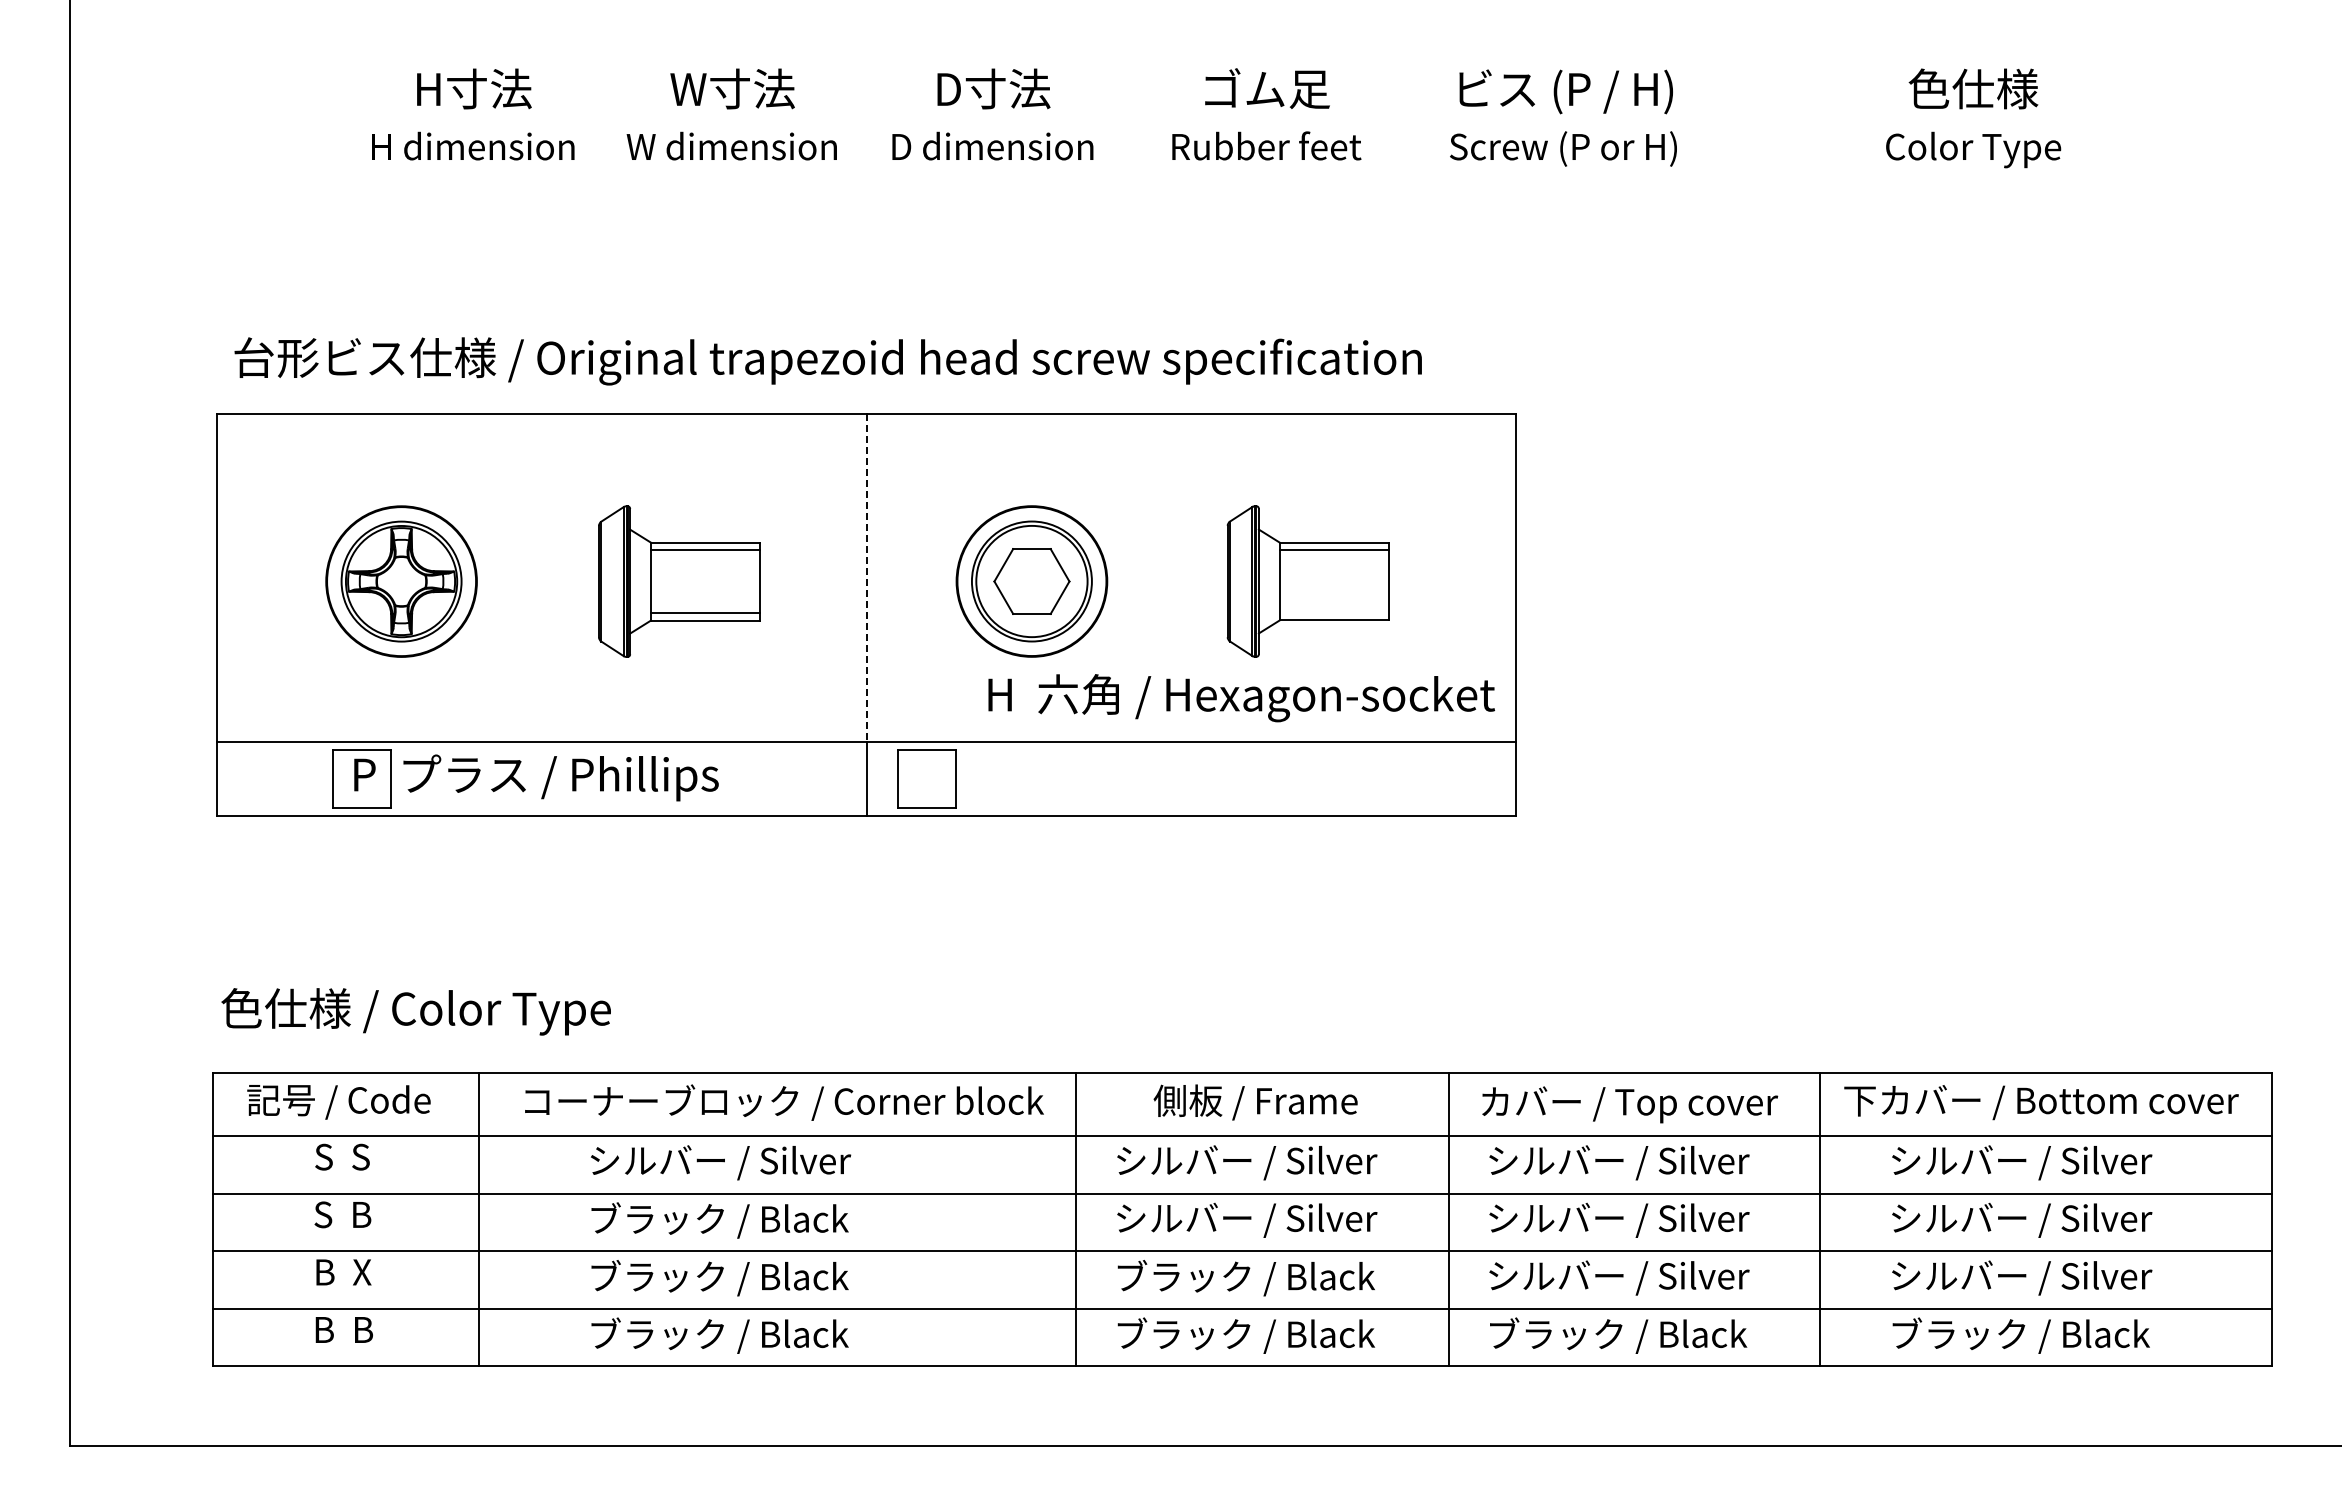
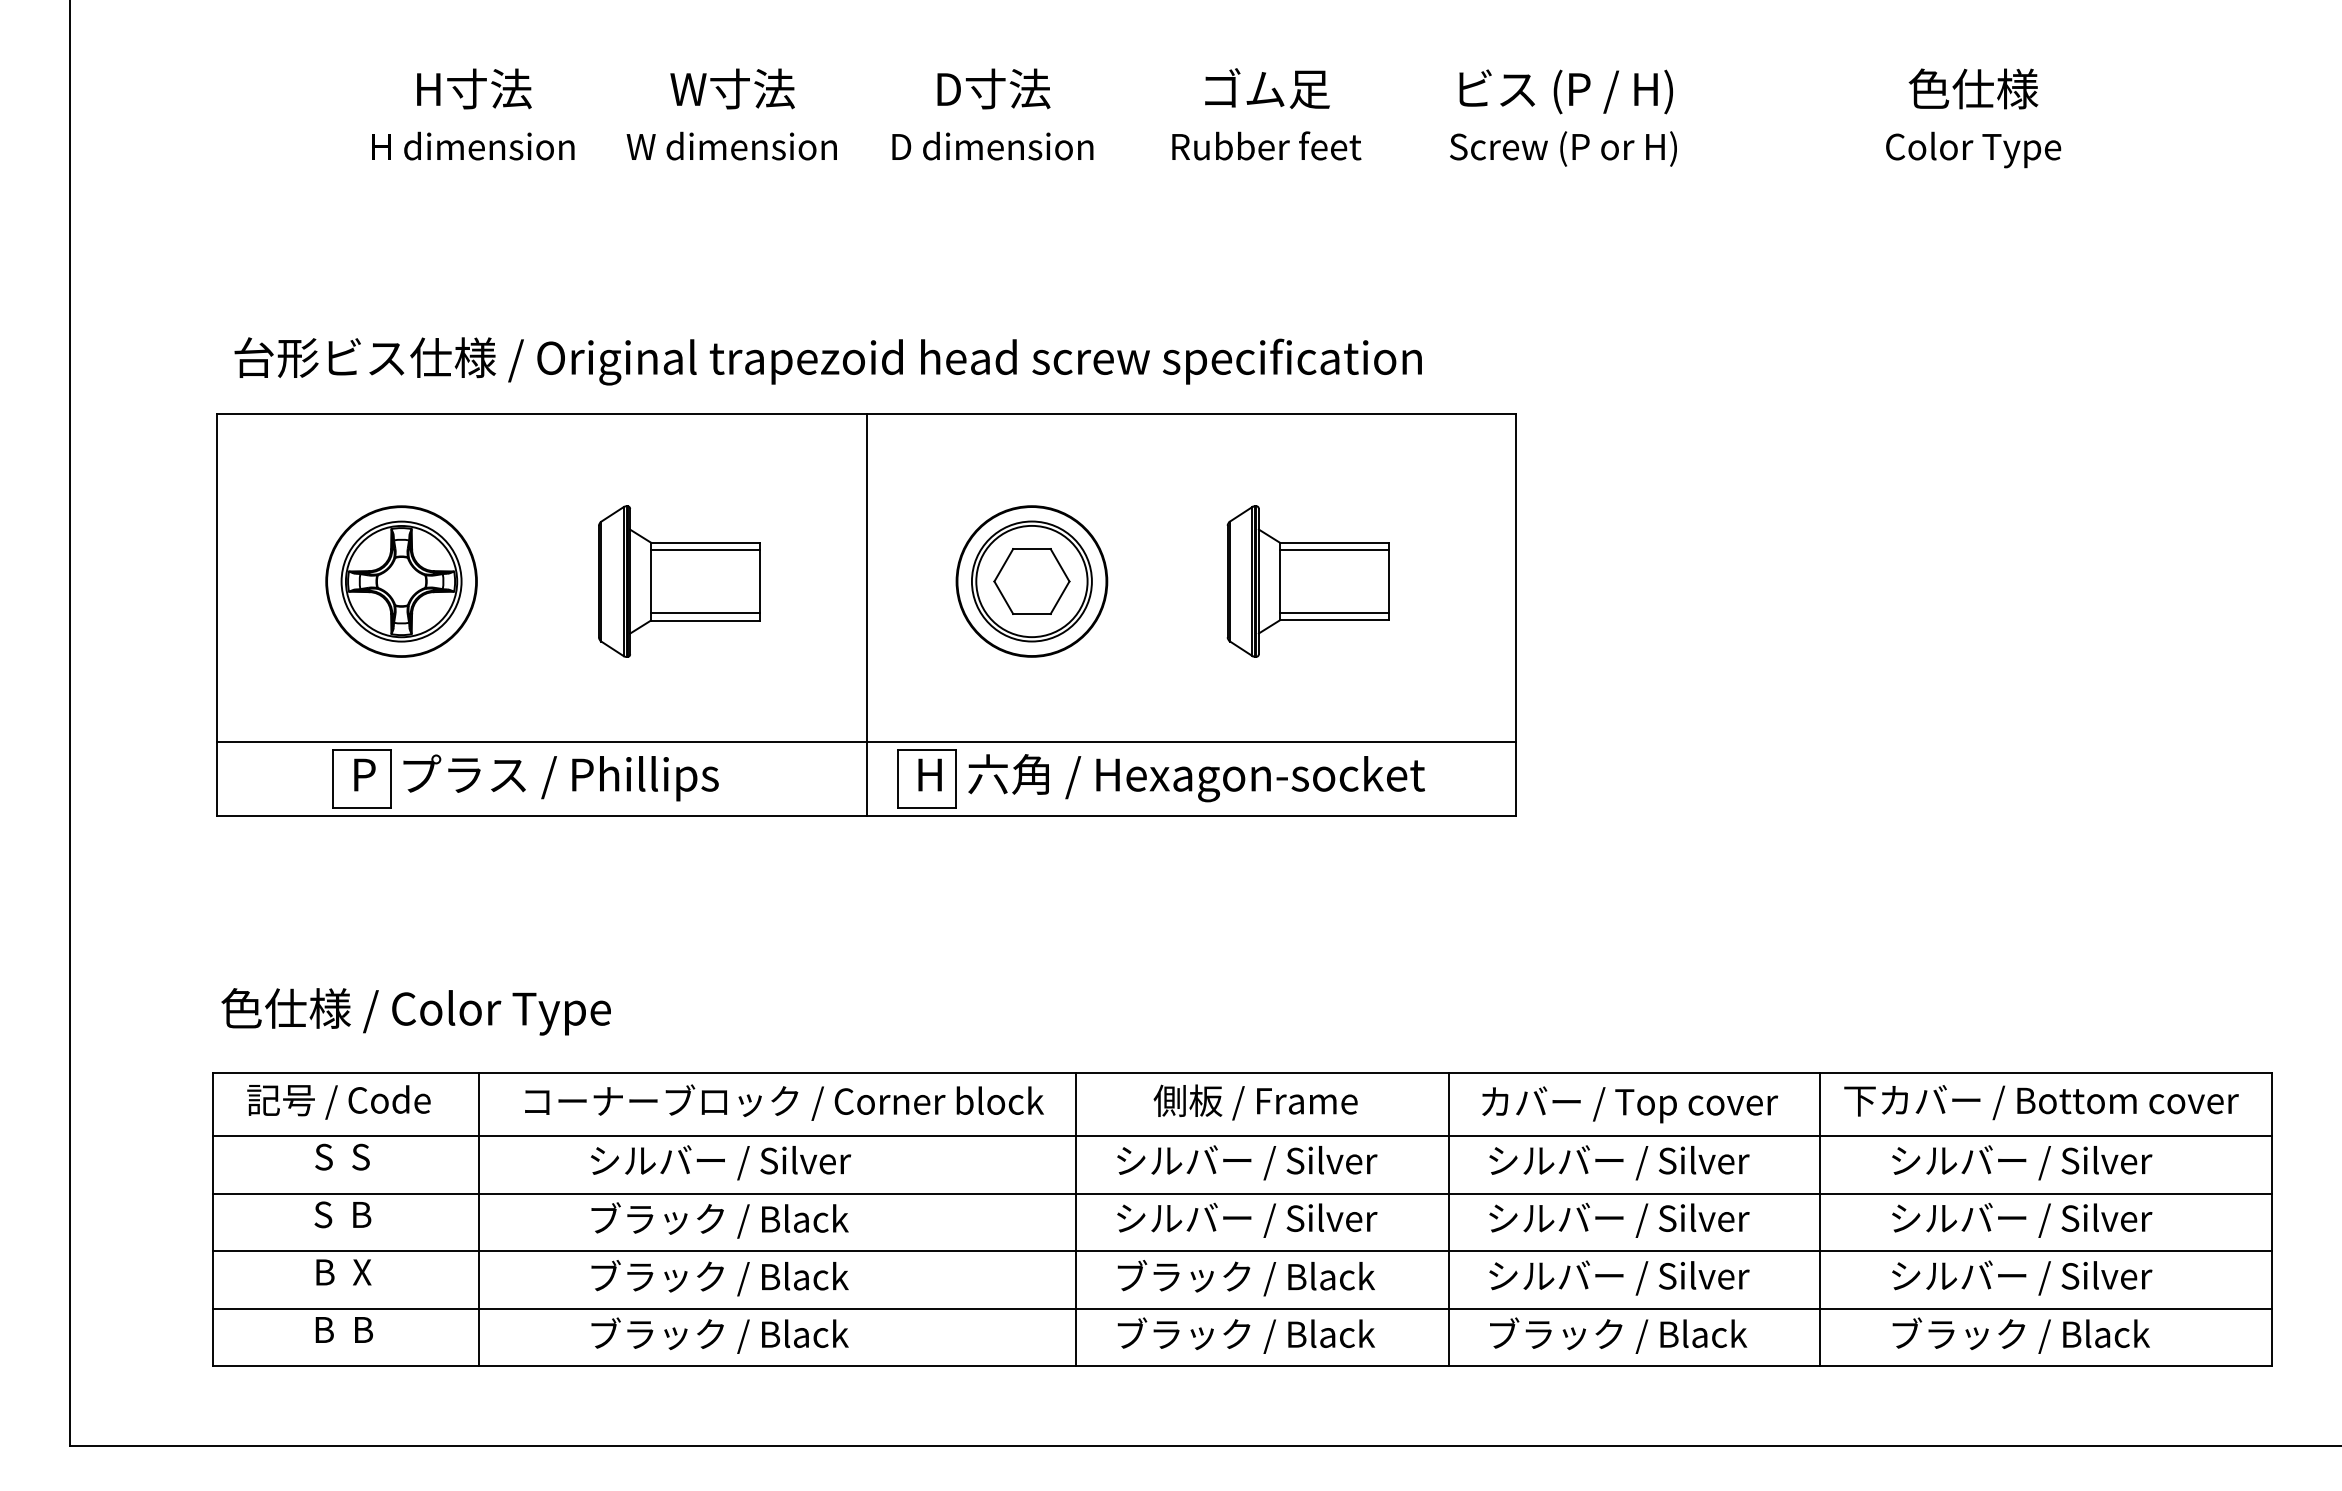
line at (866, 578): dashed -> solid
line at (1333, 612): none -> present
text at (1241, 698) position: (1241, 698) -> (1171, 778)
